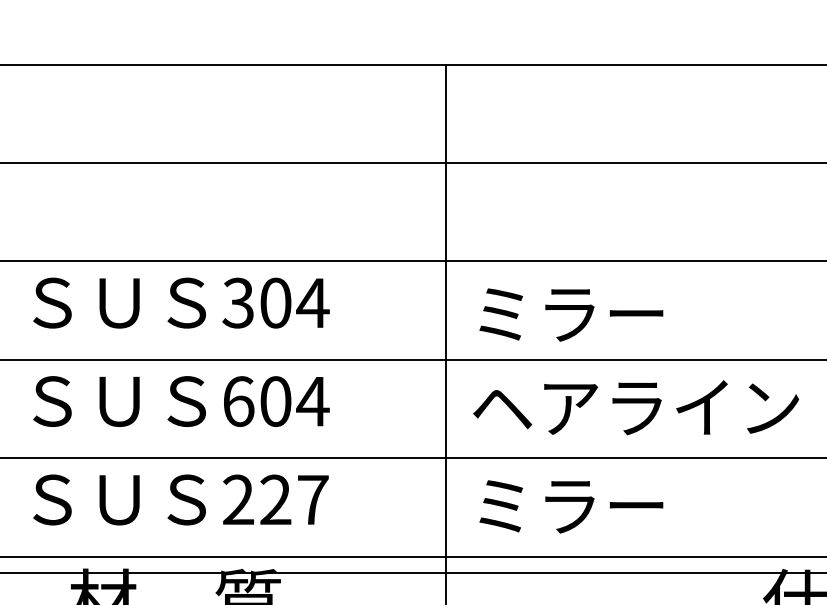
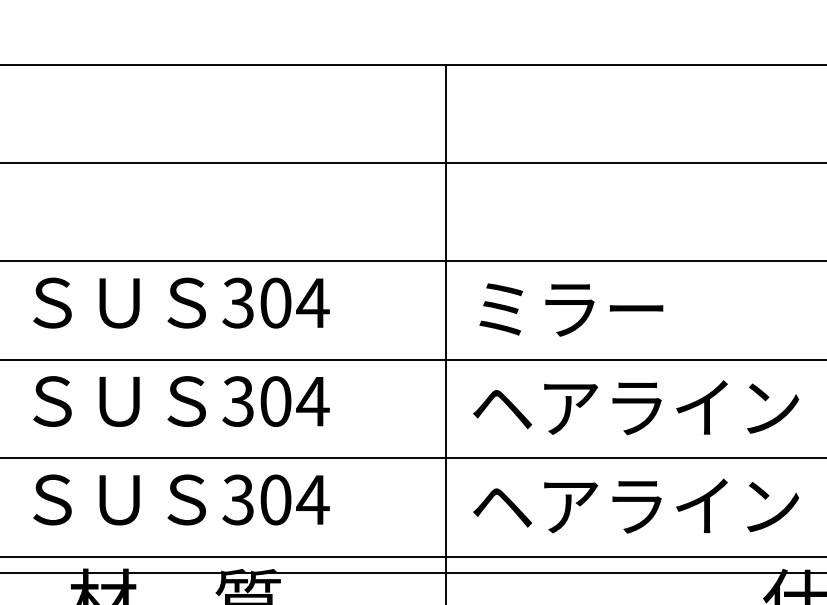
text at (571, 314) position: (571, 314) -> (571, 309)
text at (238, 401): 604 -> 304
text at (275, 499): 227 -> 304
text at (635, 505): ミラー -> ヘアライン
